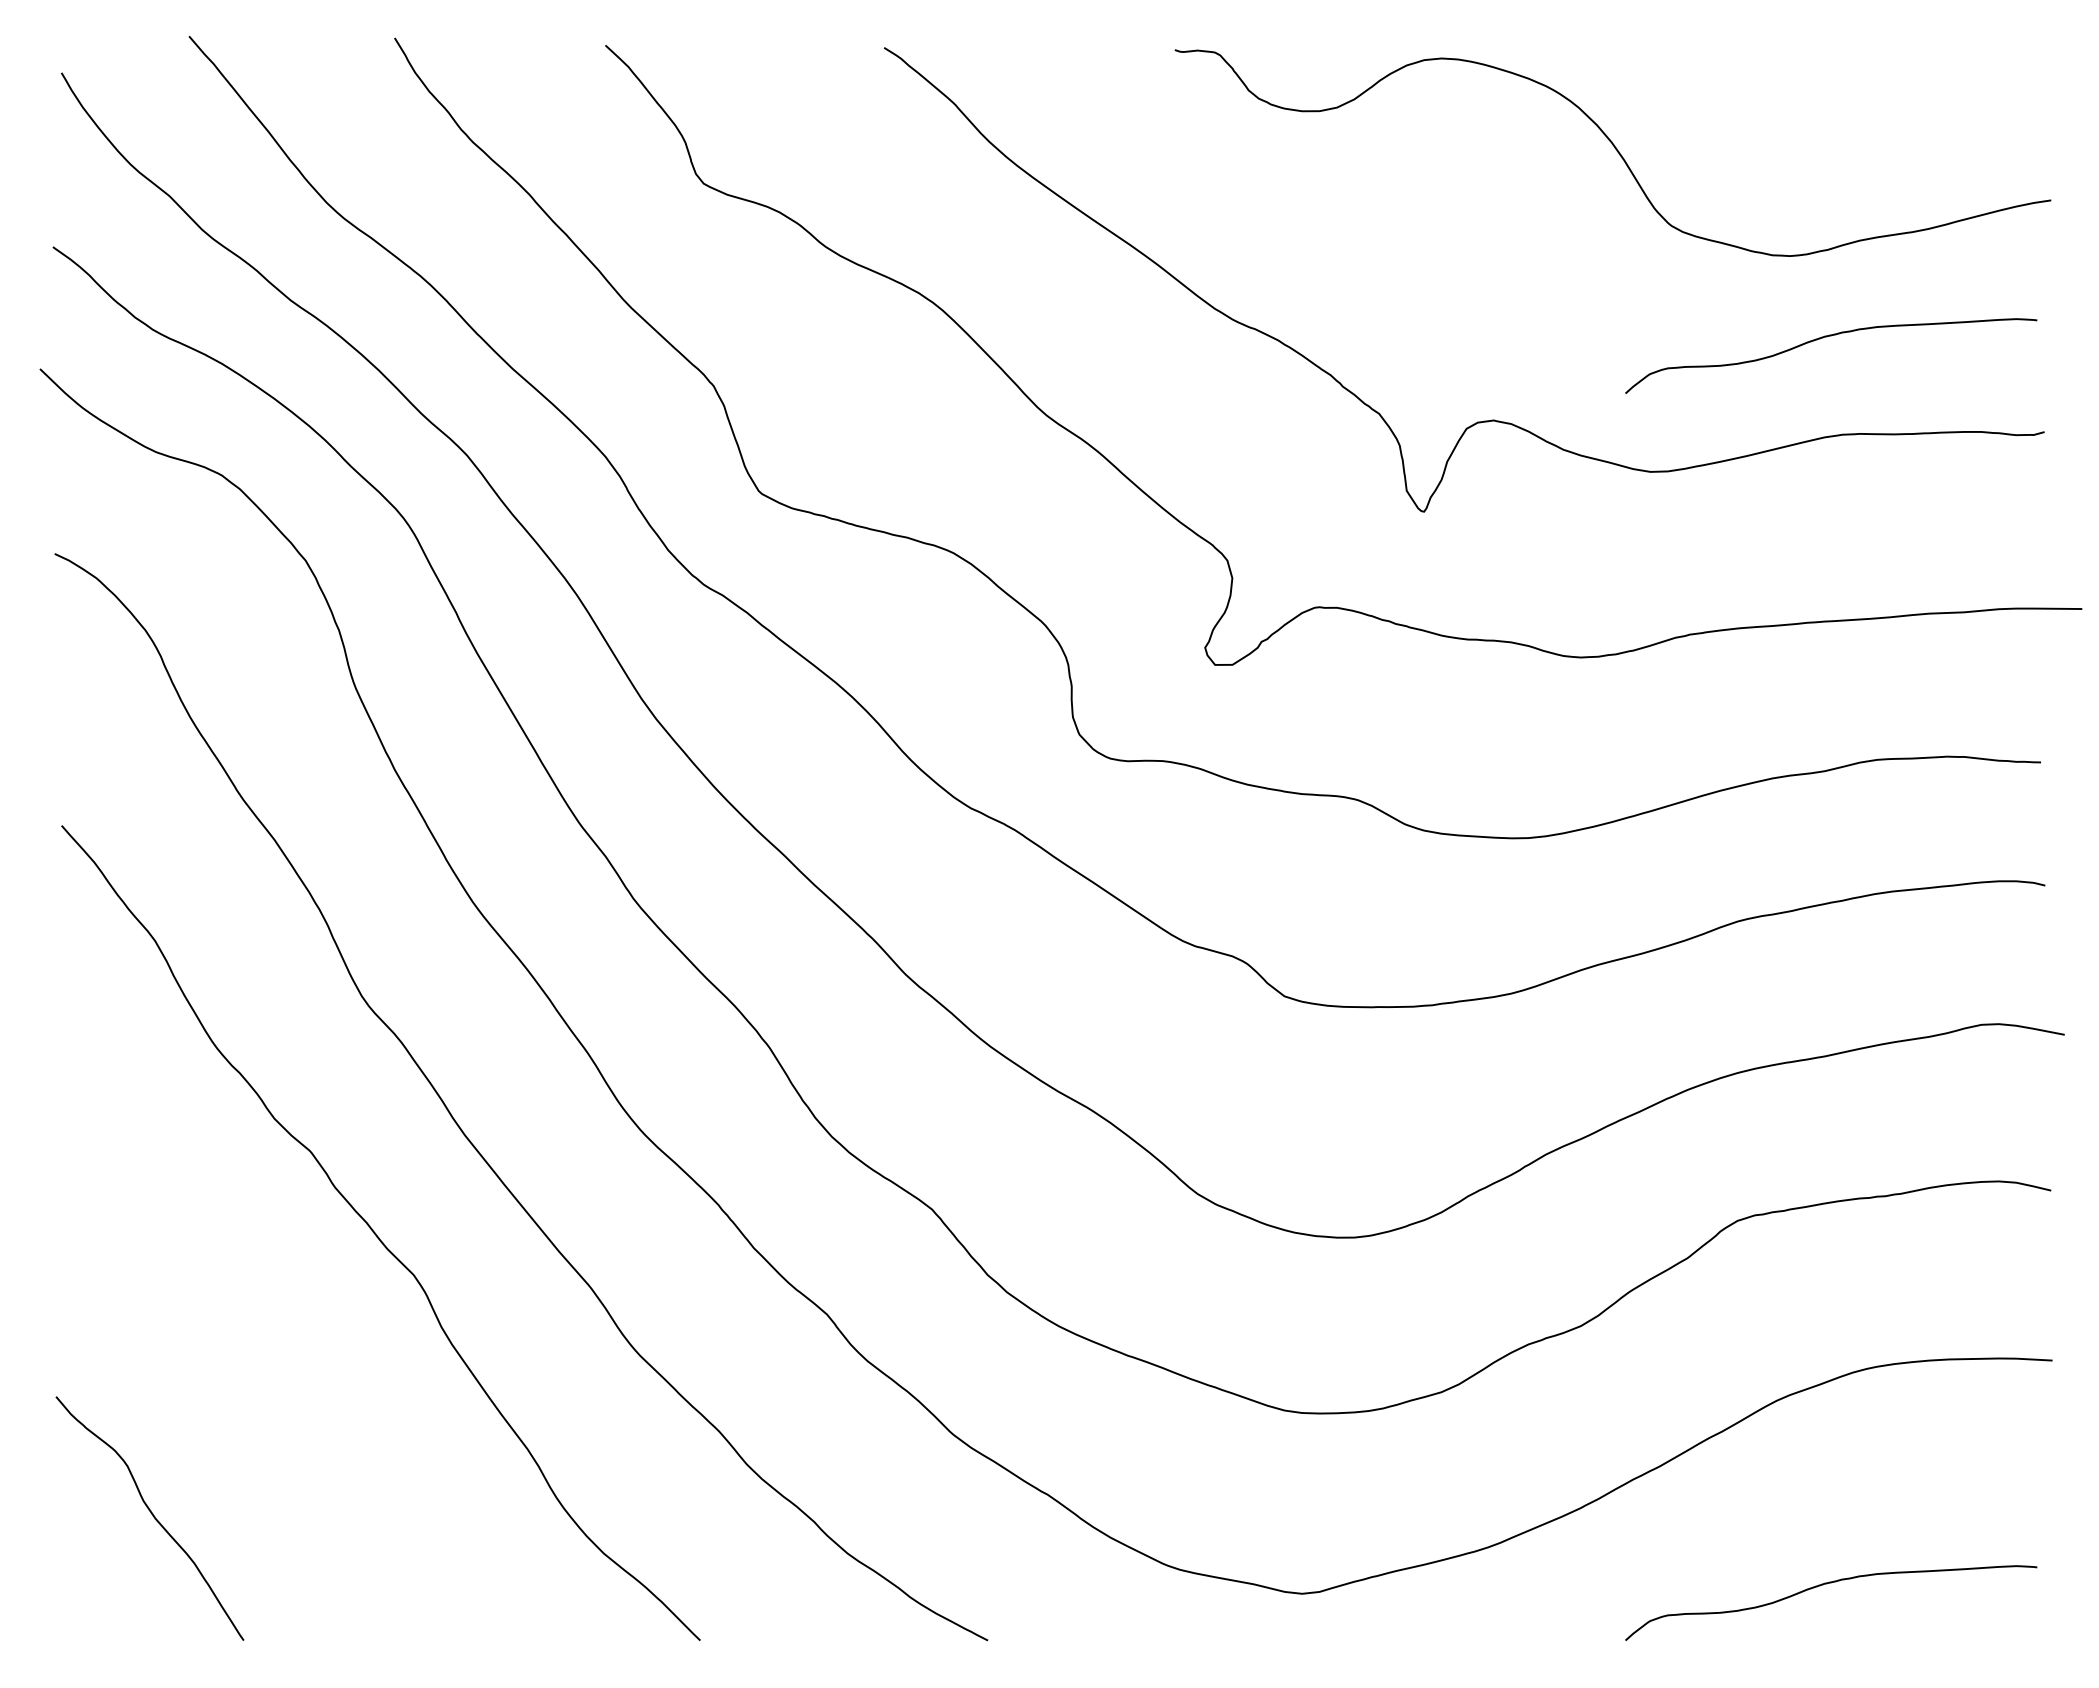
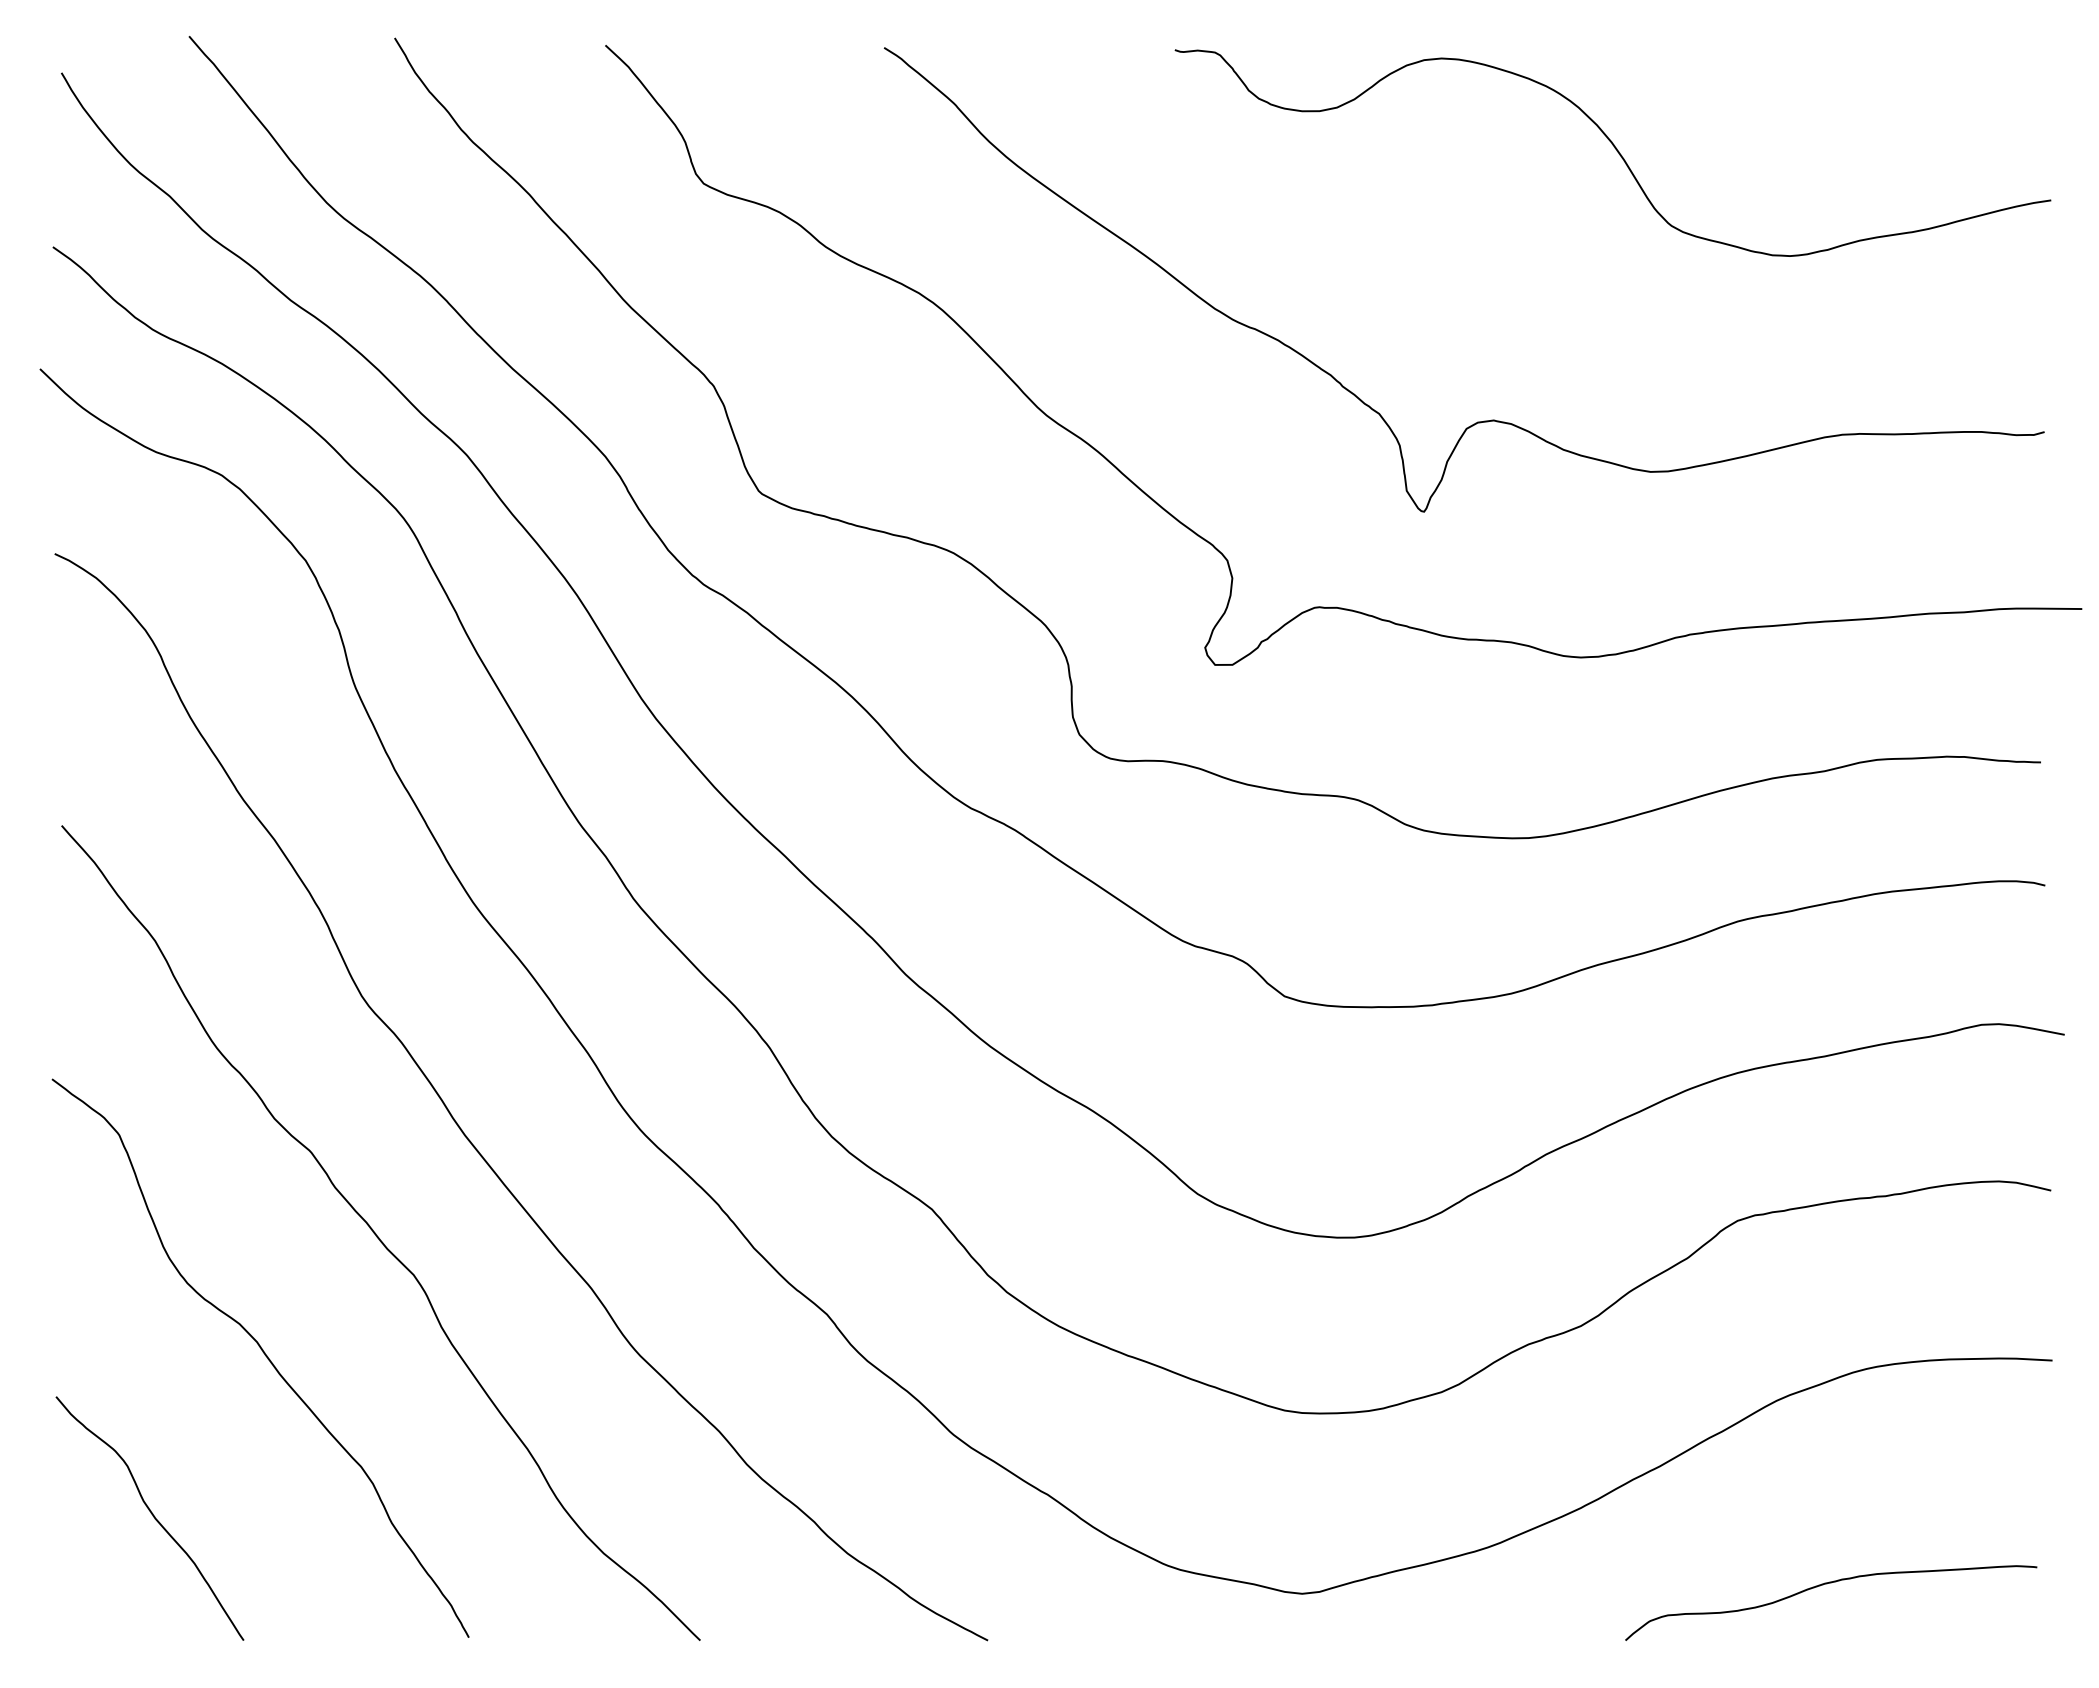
curve at (1827, 337): present -> none
curve at (264, 1355): none -> present
